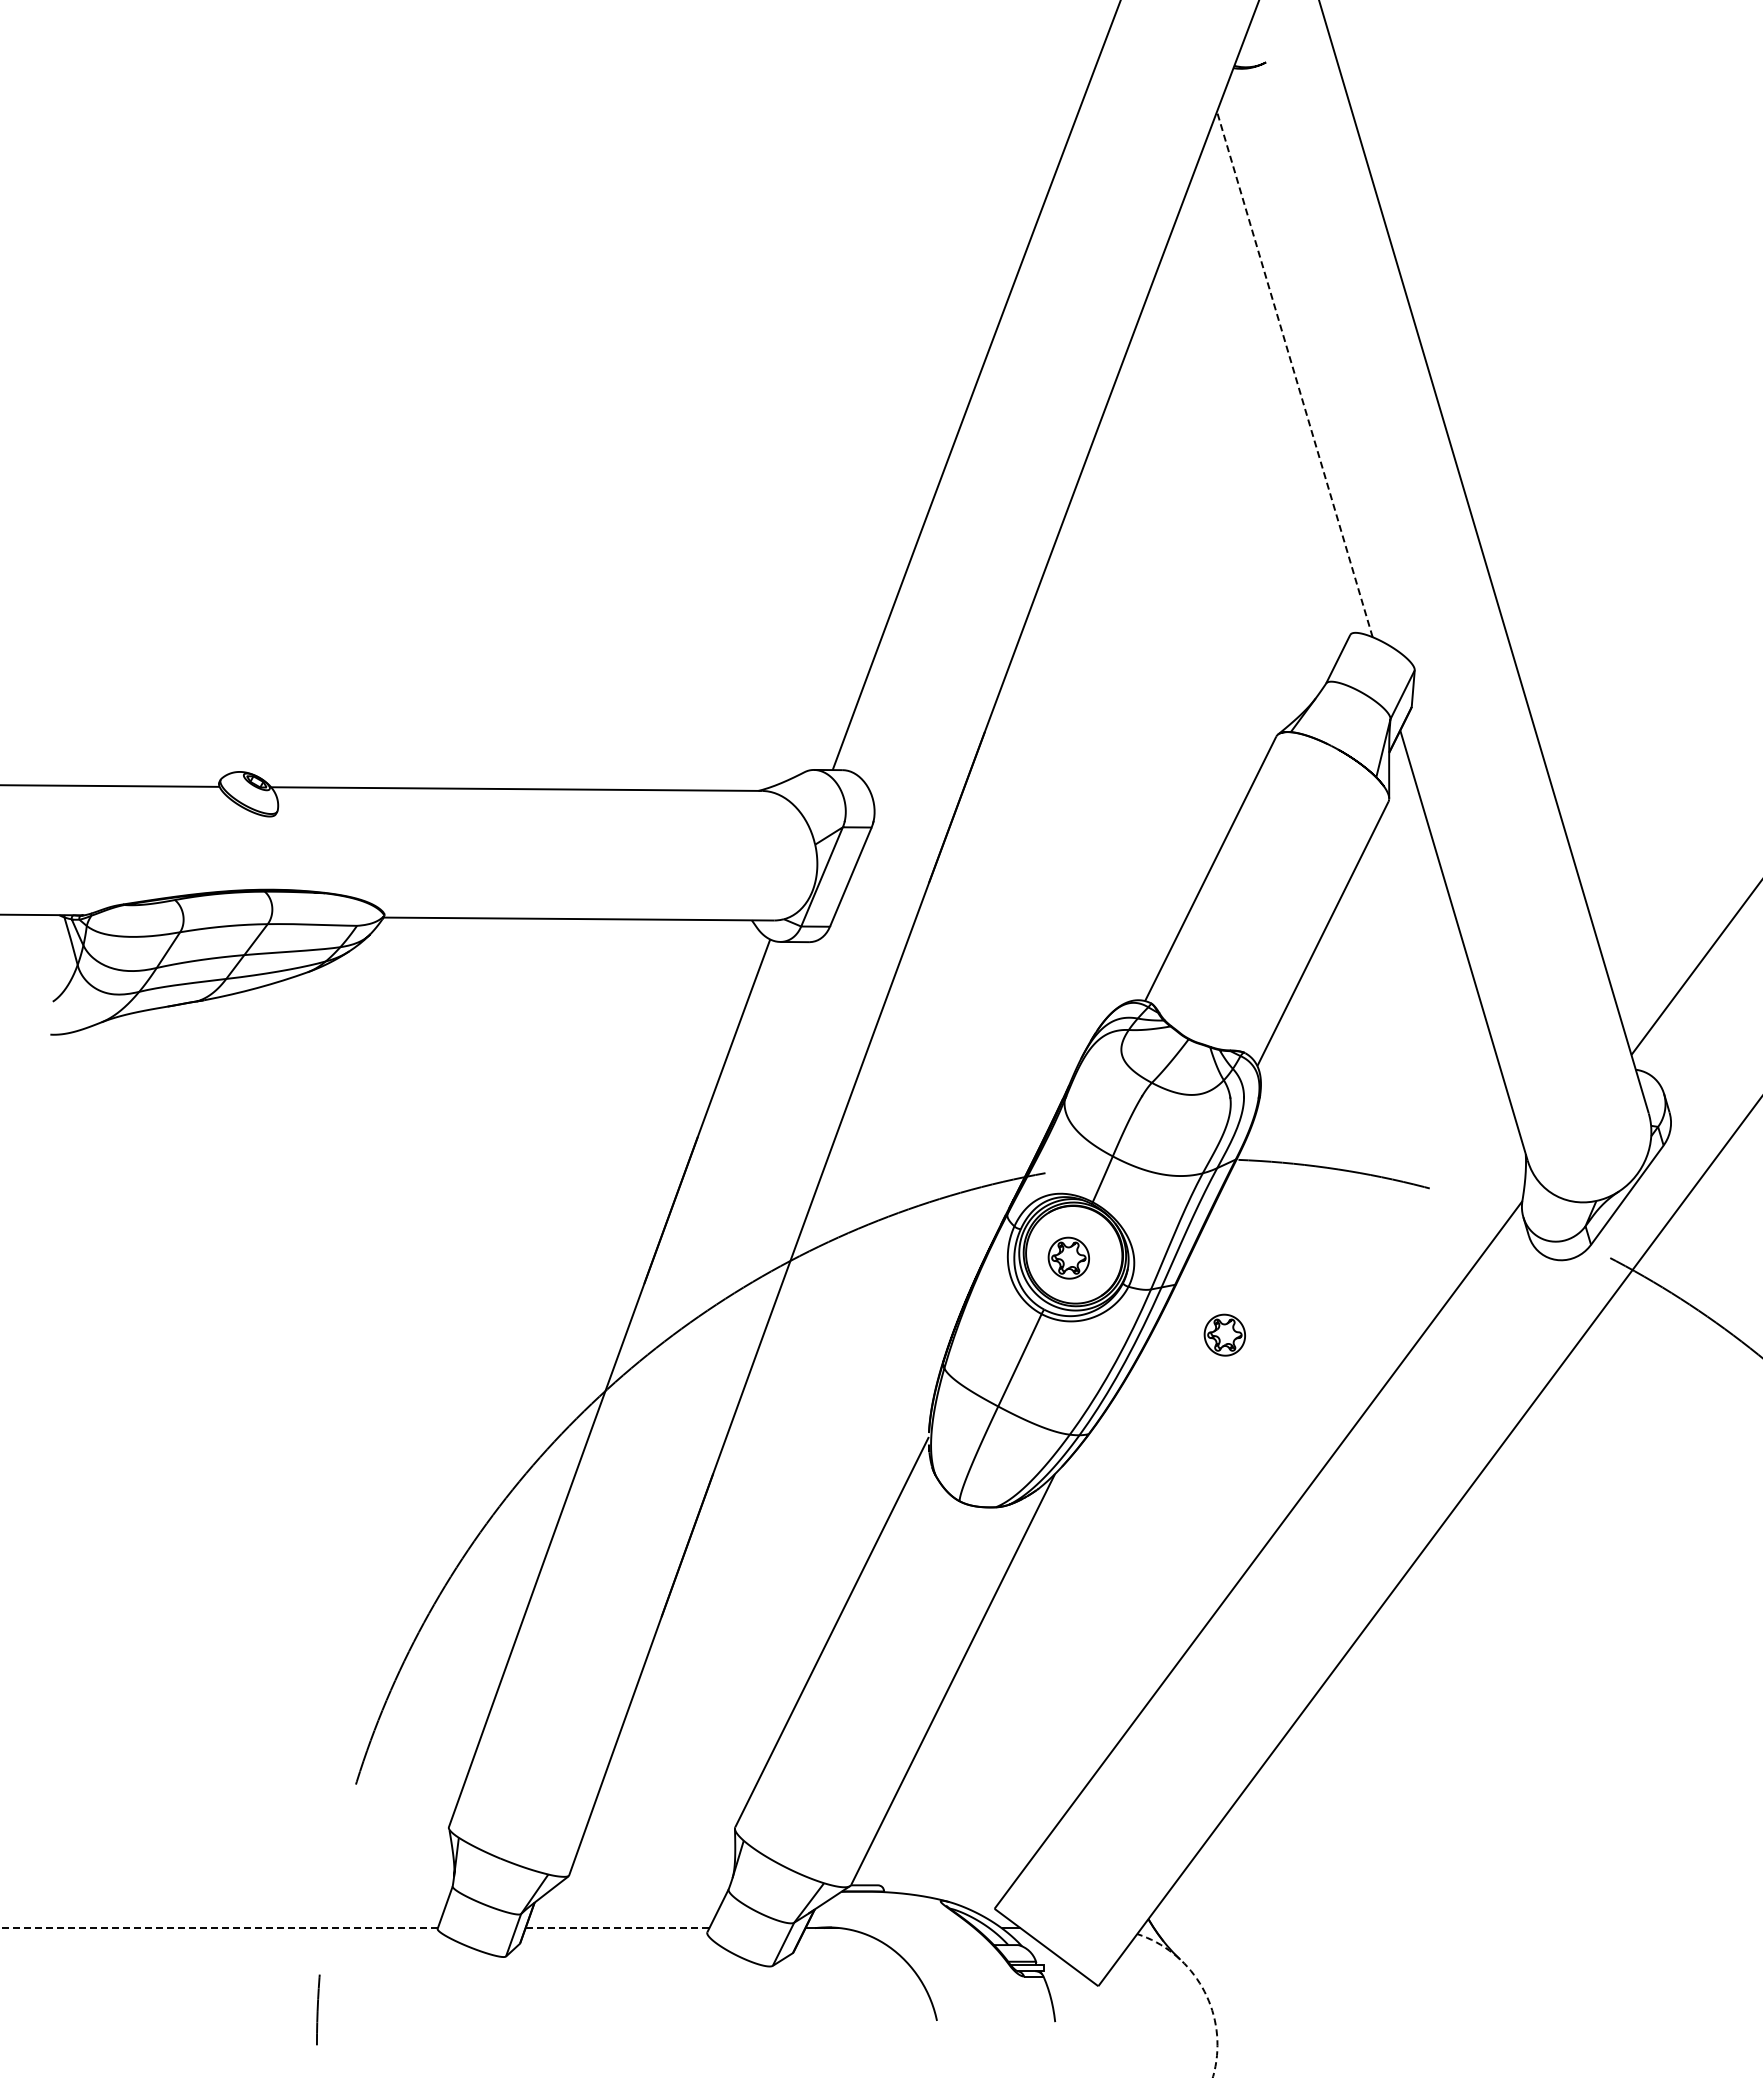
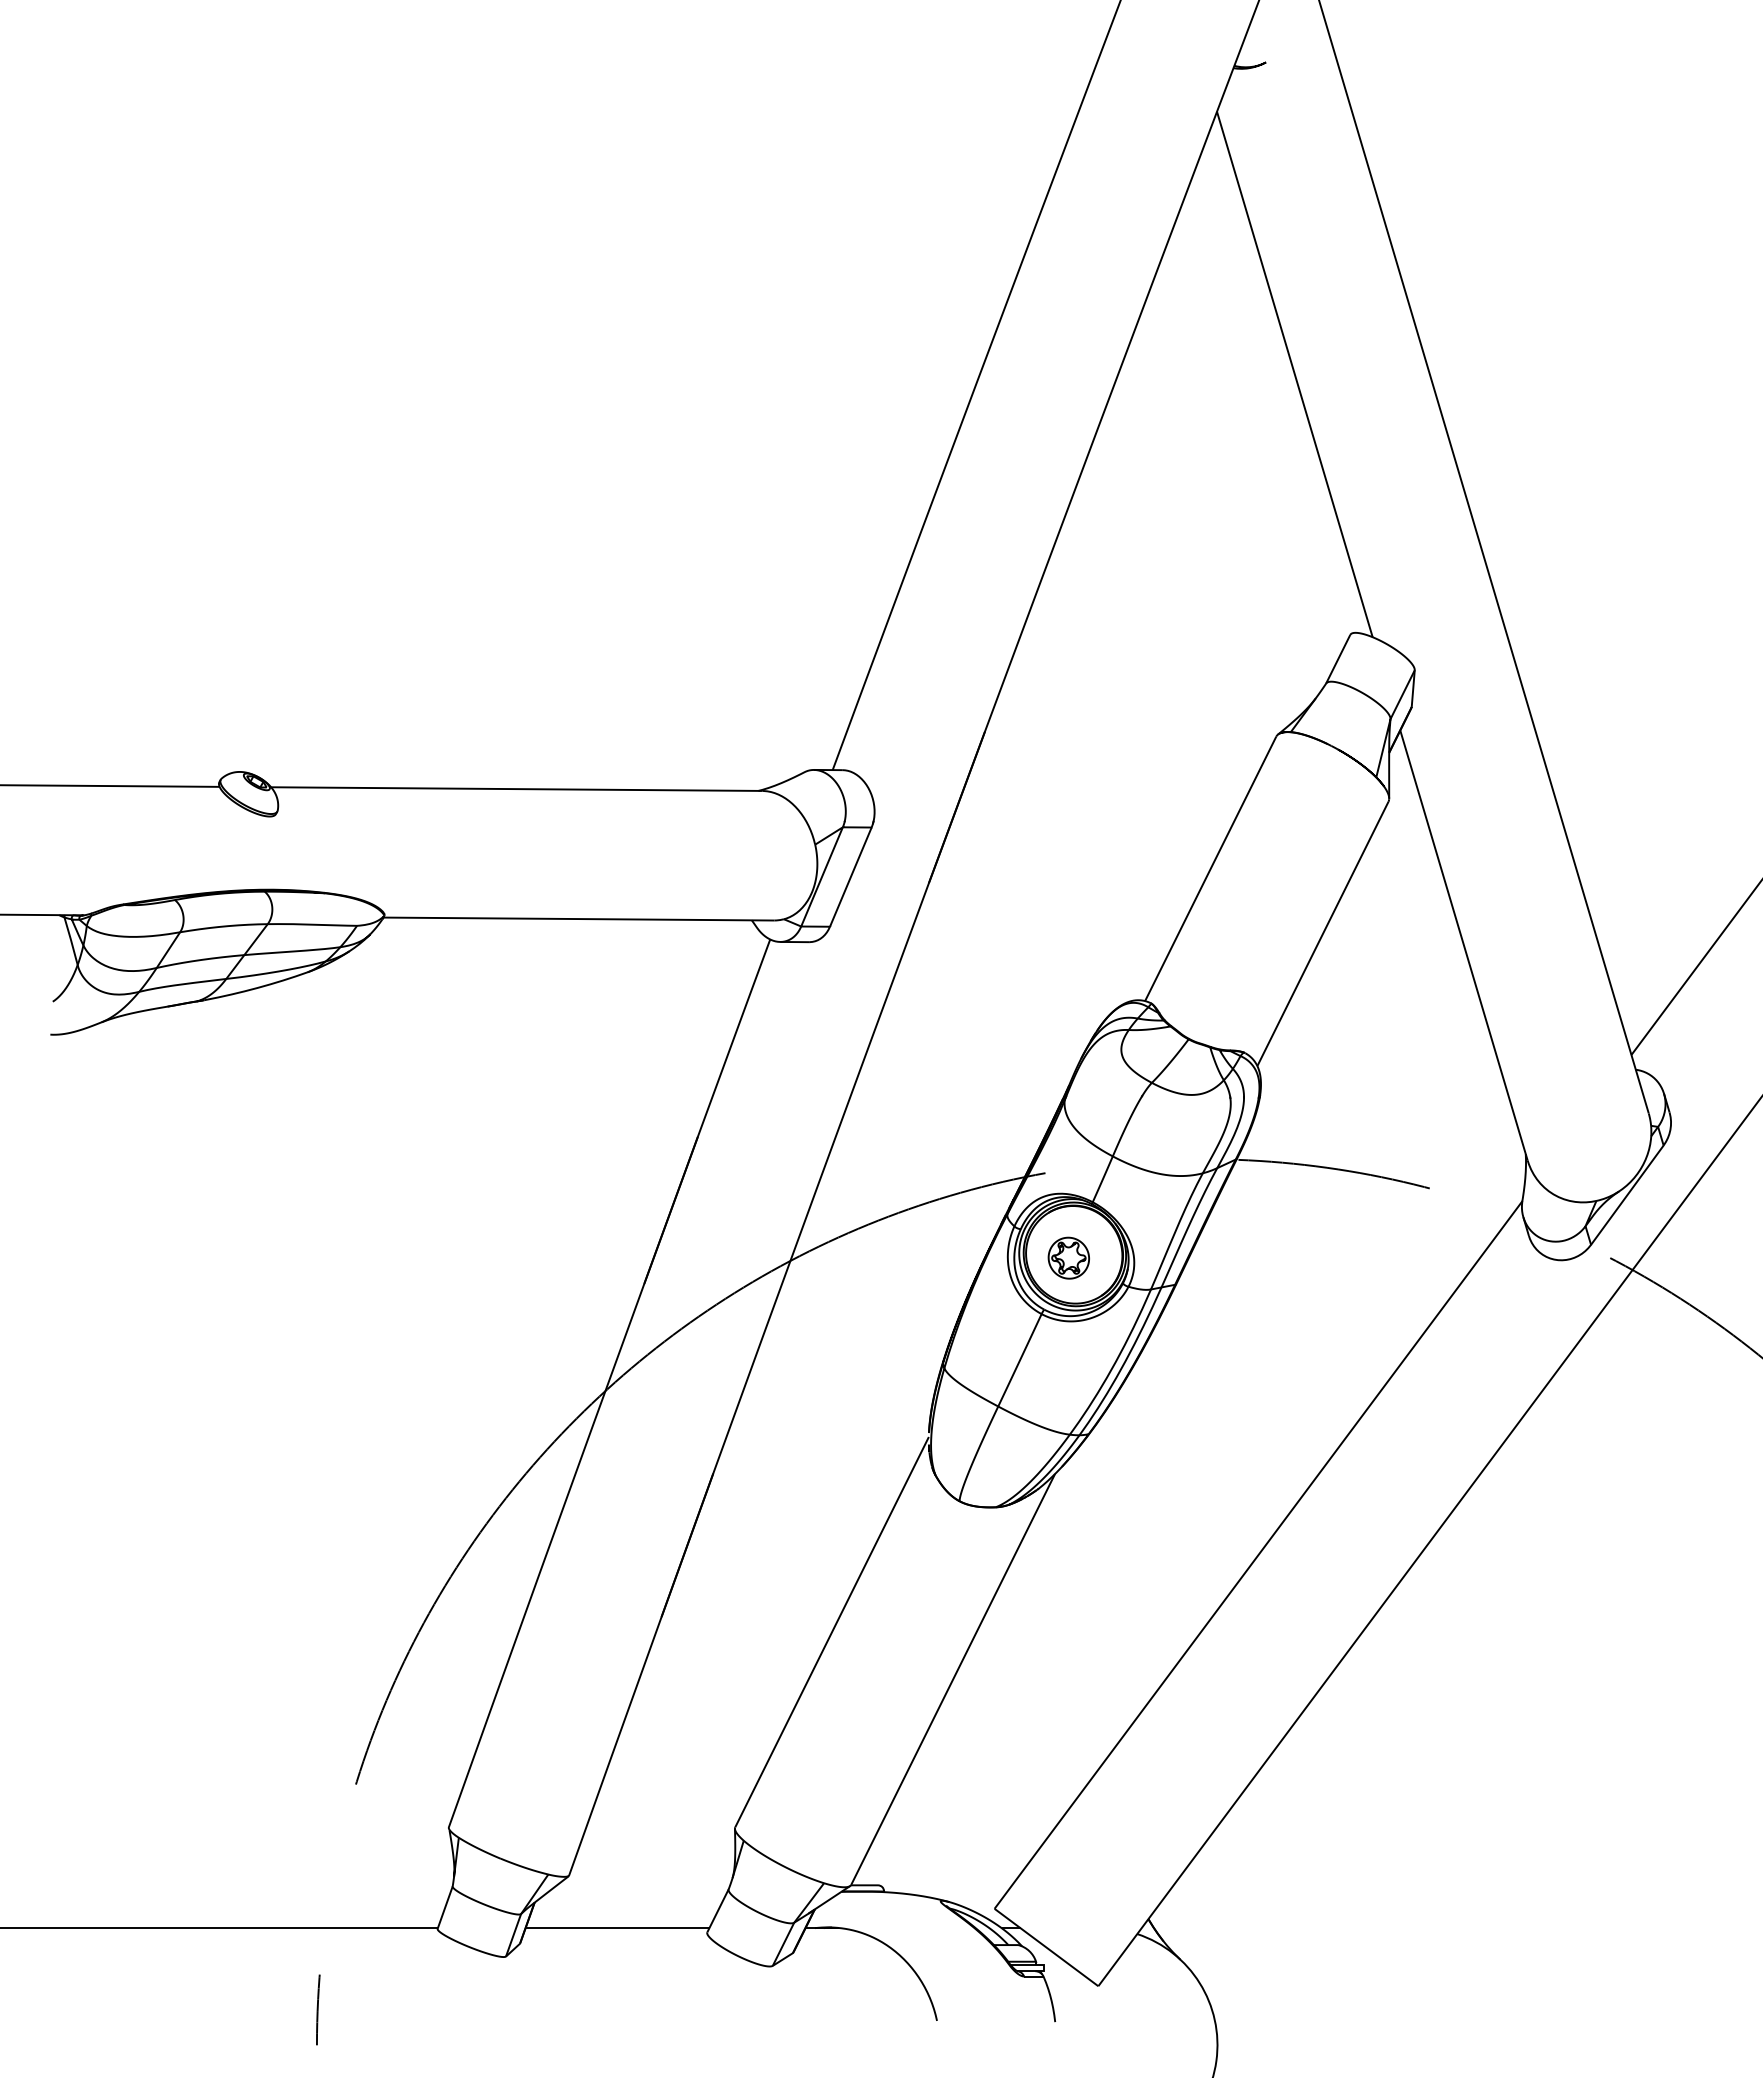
line at (1294, 373): dashed -> solid
part at (1224, 1334): present -> none
line at (218, 1928): dashed -> solid
line at (617, 1928): dashed -> solid
line at (1204, 1991): dashed -> solid
